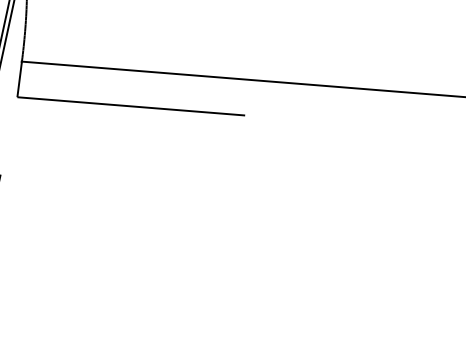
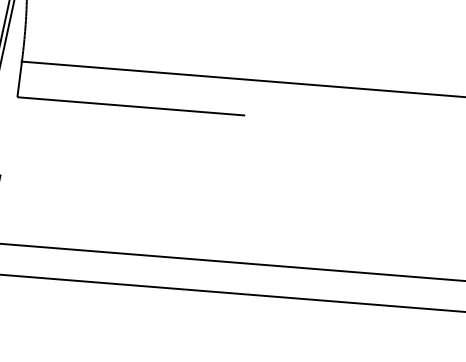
line at (232, 261): none -> present
line at (232, 292): none -> present
